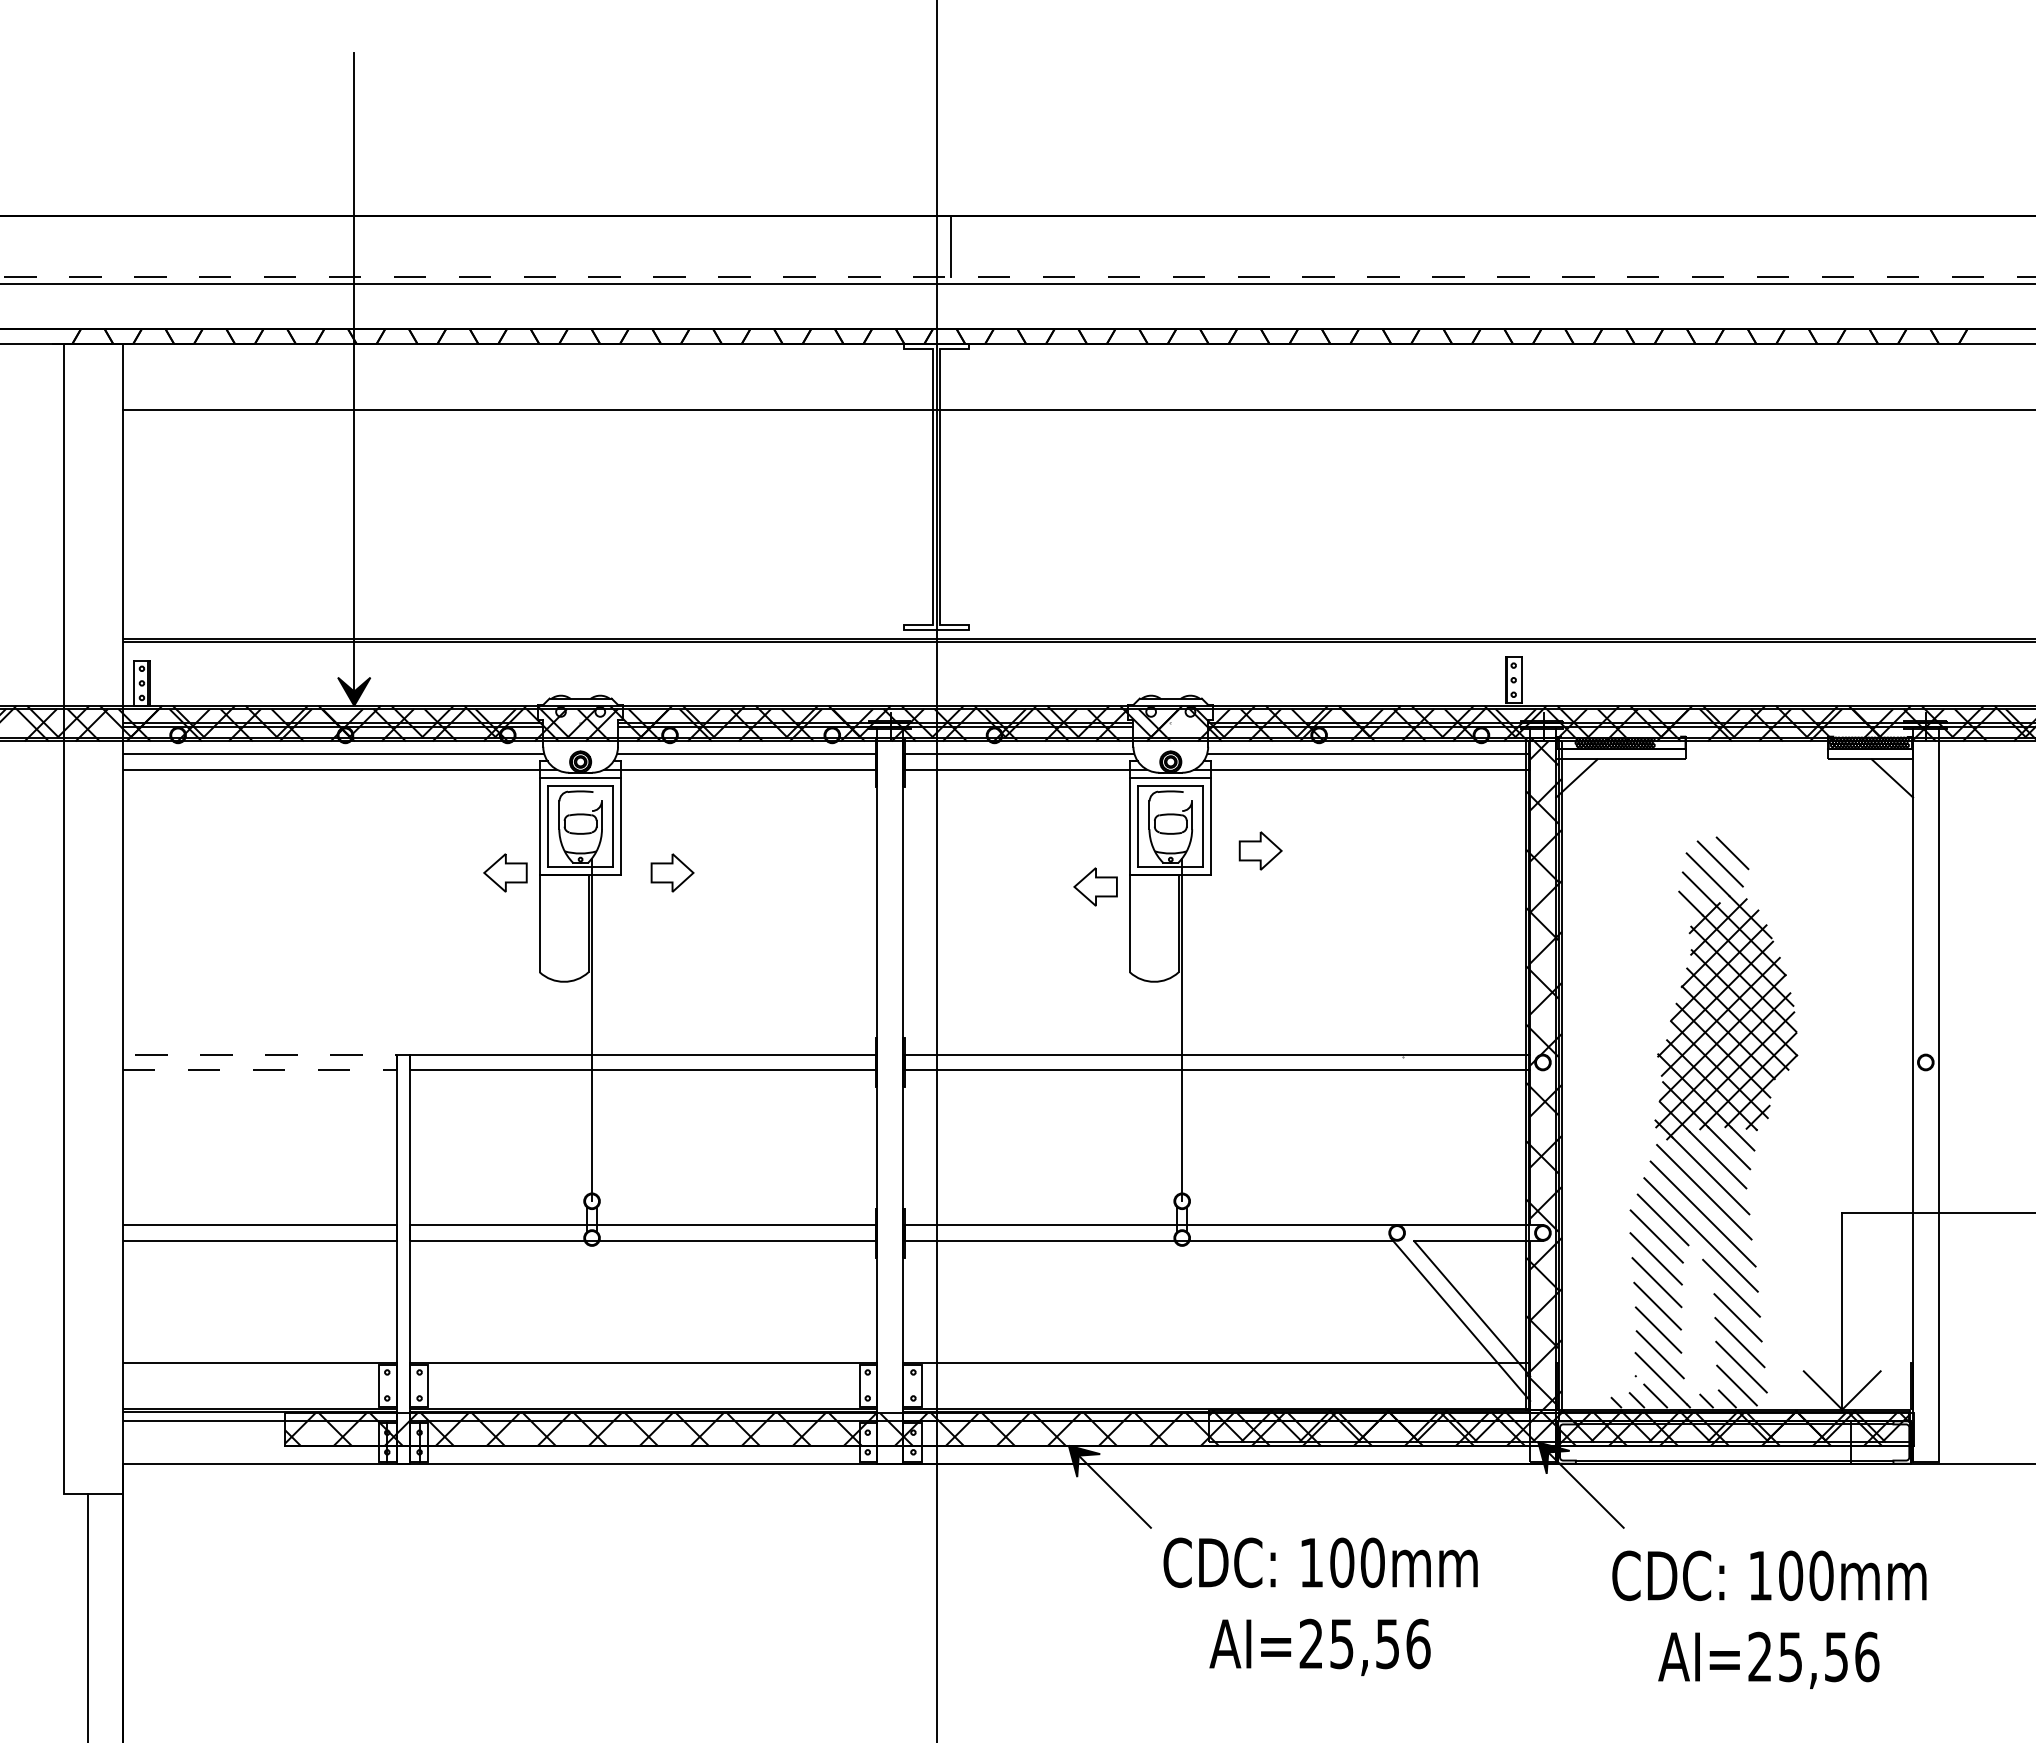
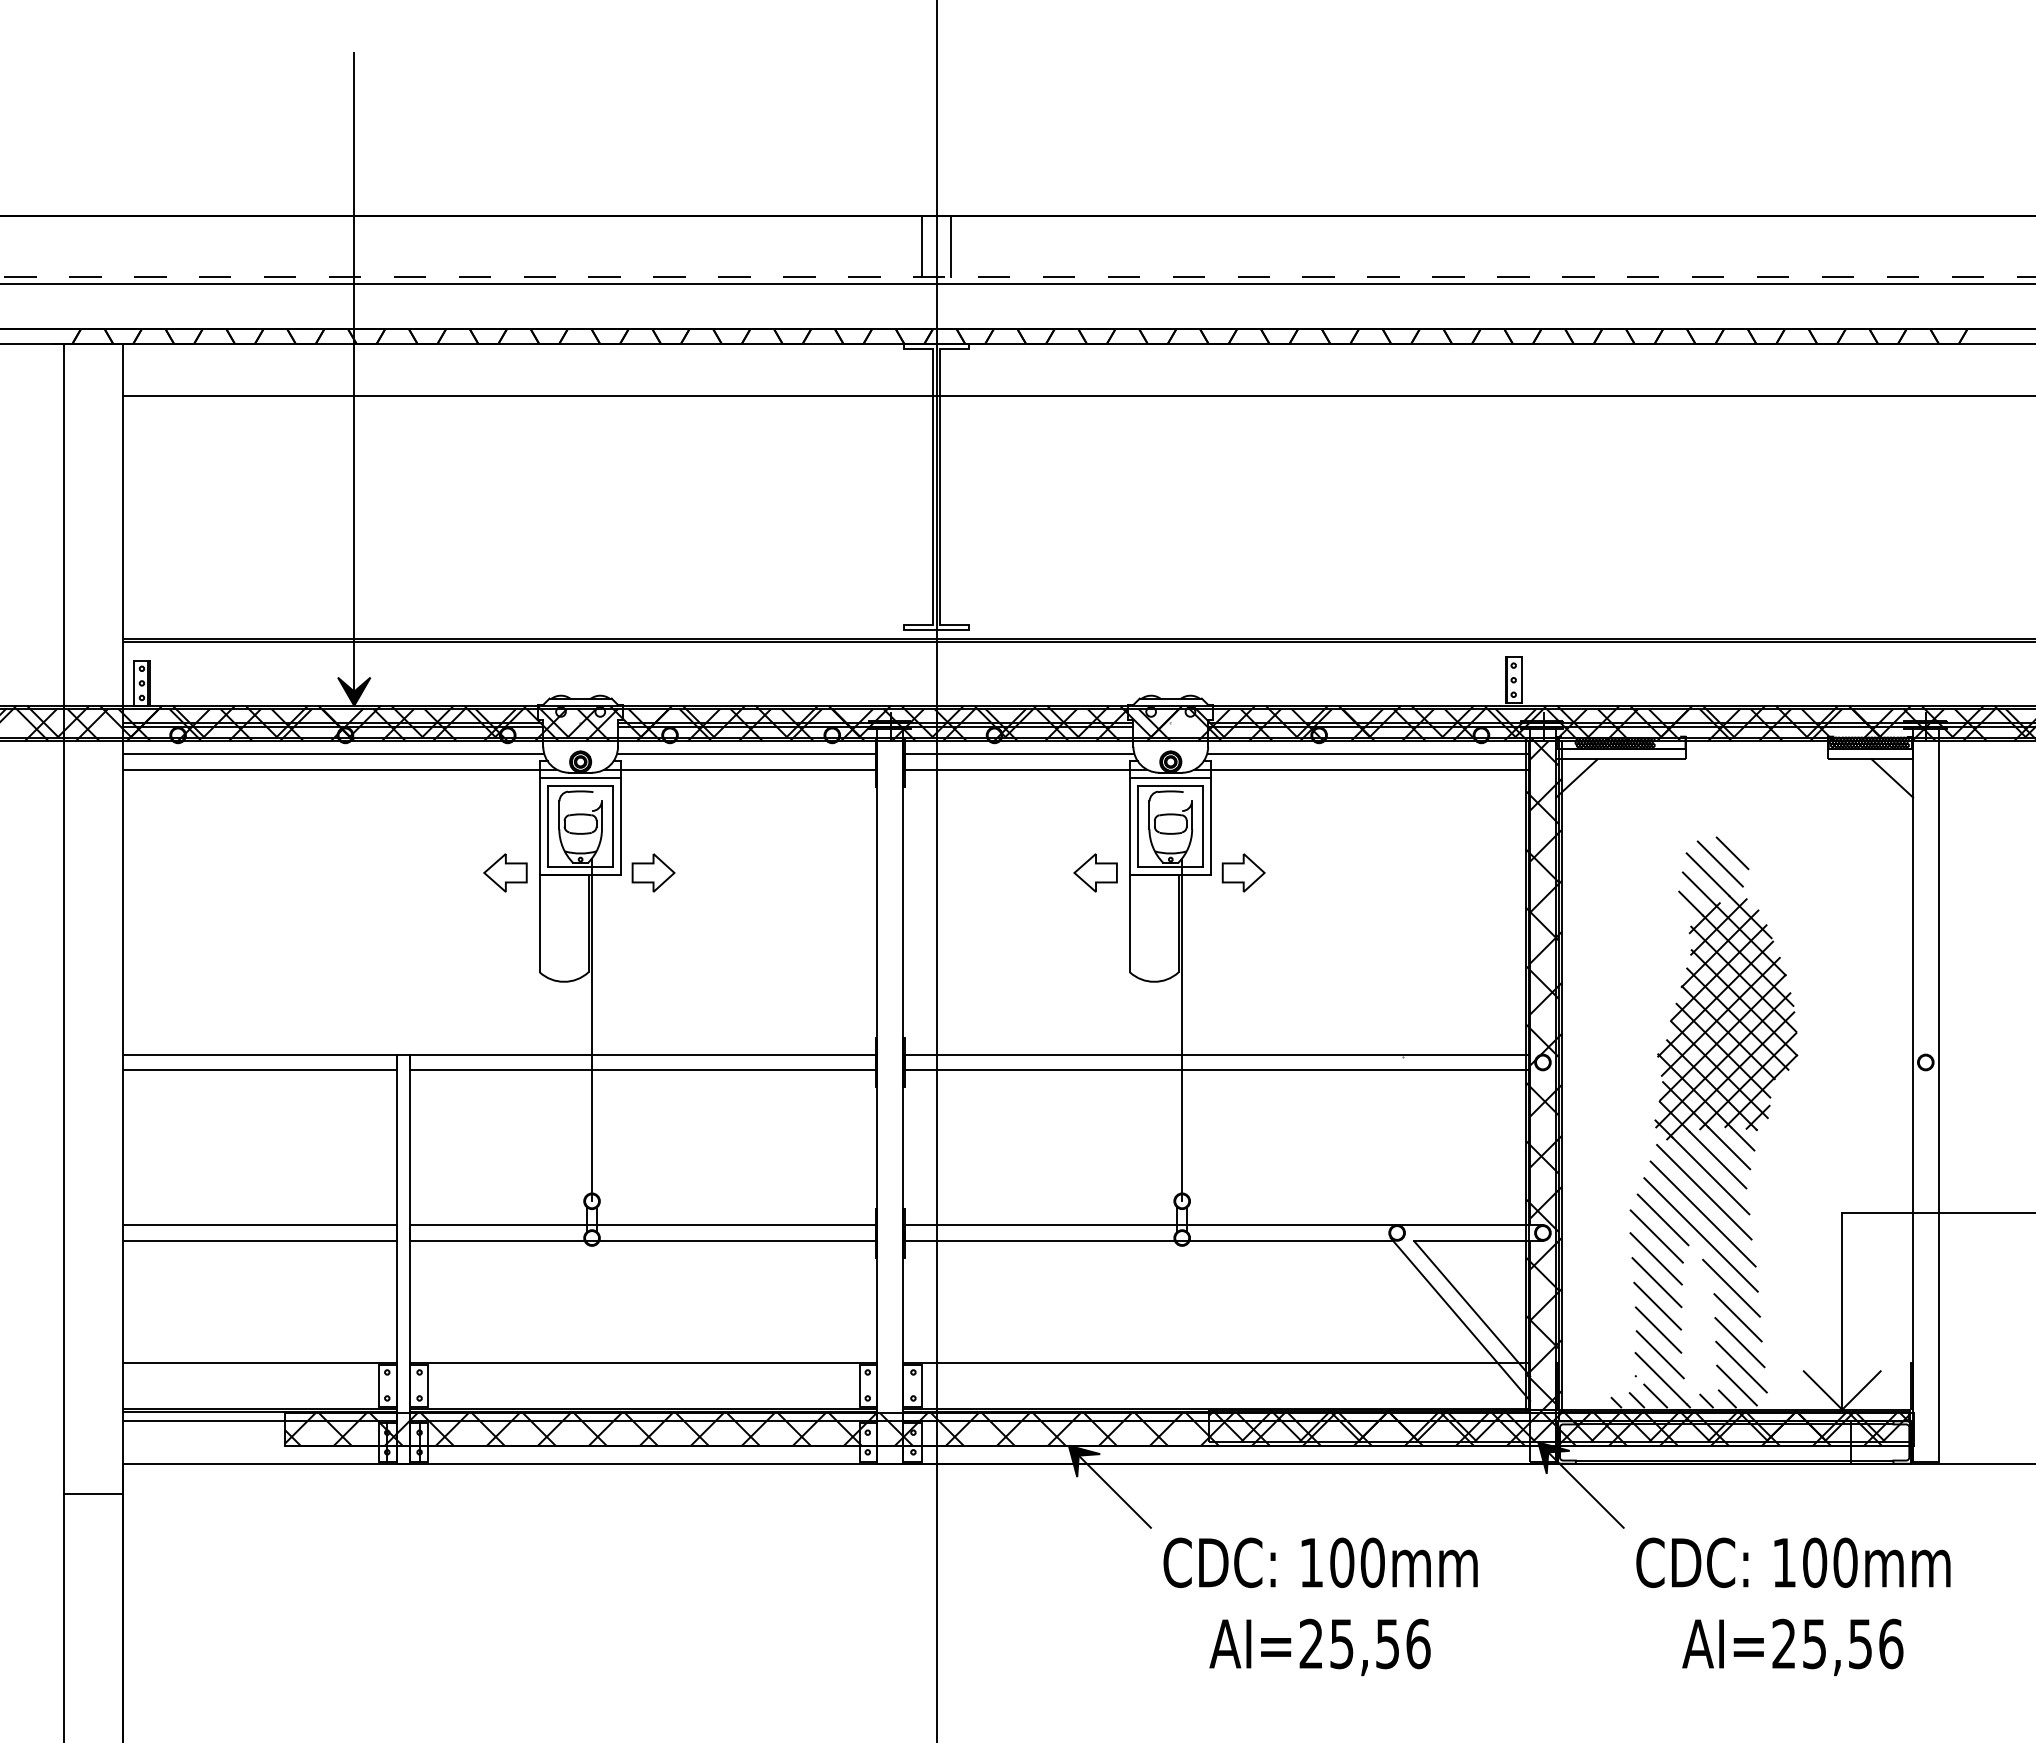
line at (921, 246): none -> present
line at (1077, 409) position: (1077, 409) -> (1077, 395)
part at (1260, 850) position: (1260, 850) -> (1243, 872)
part at (672, 872) position: (672, 872) -> (653, 872)
part at (1095, 886) position: (1095, 886) -> (1095, 872)
line at (397, 1062): dashed -> solid
line at (88, 1616) position: (88, 1616) -> (64, 1616)
text at (1769, 1619) position: (1769, 1619) -> (1793, 1606)
